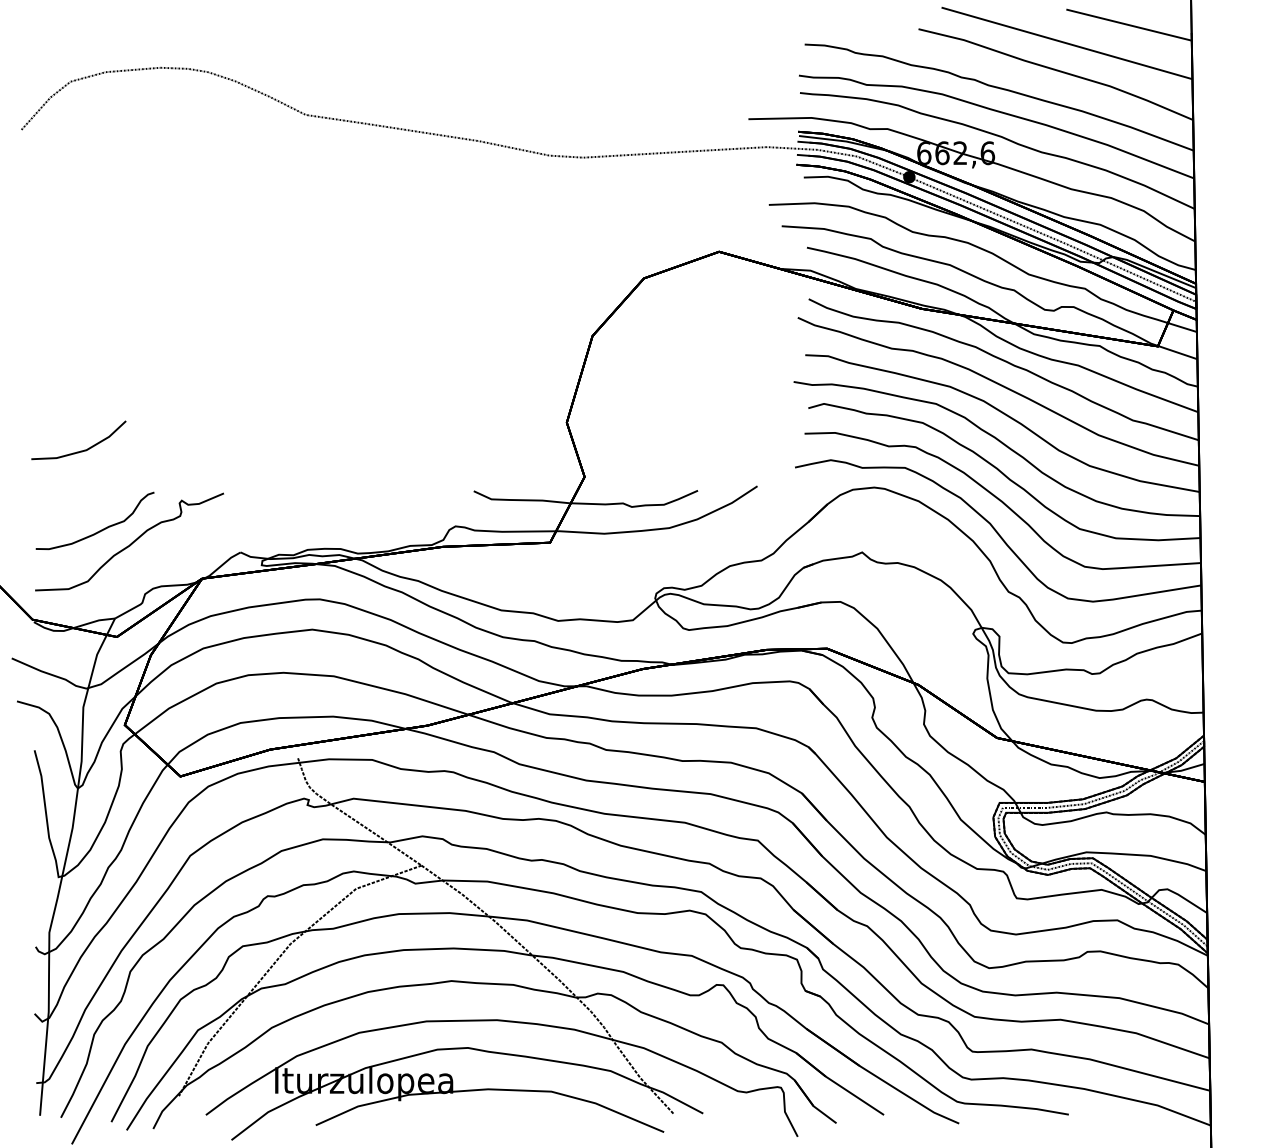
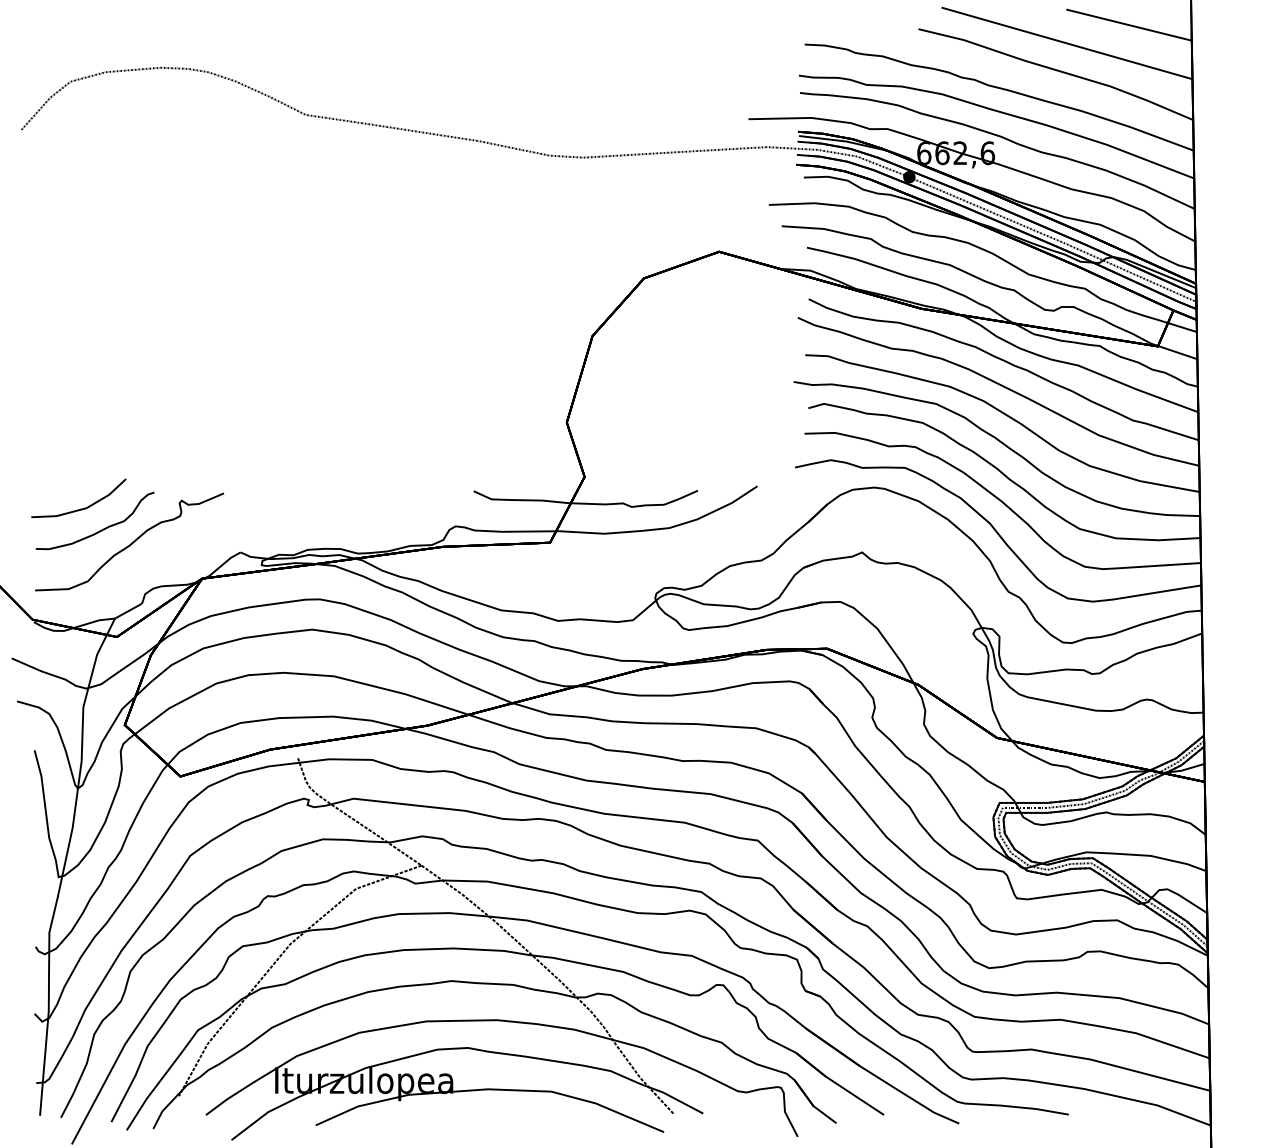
line at (80, 450) position: (80, 450) -> (80, 508)
